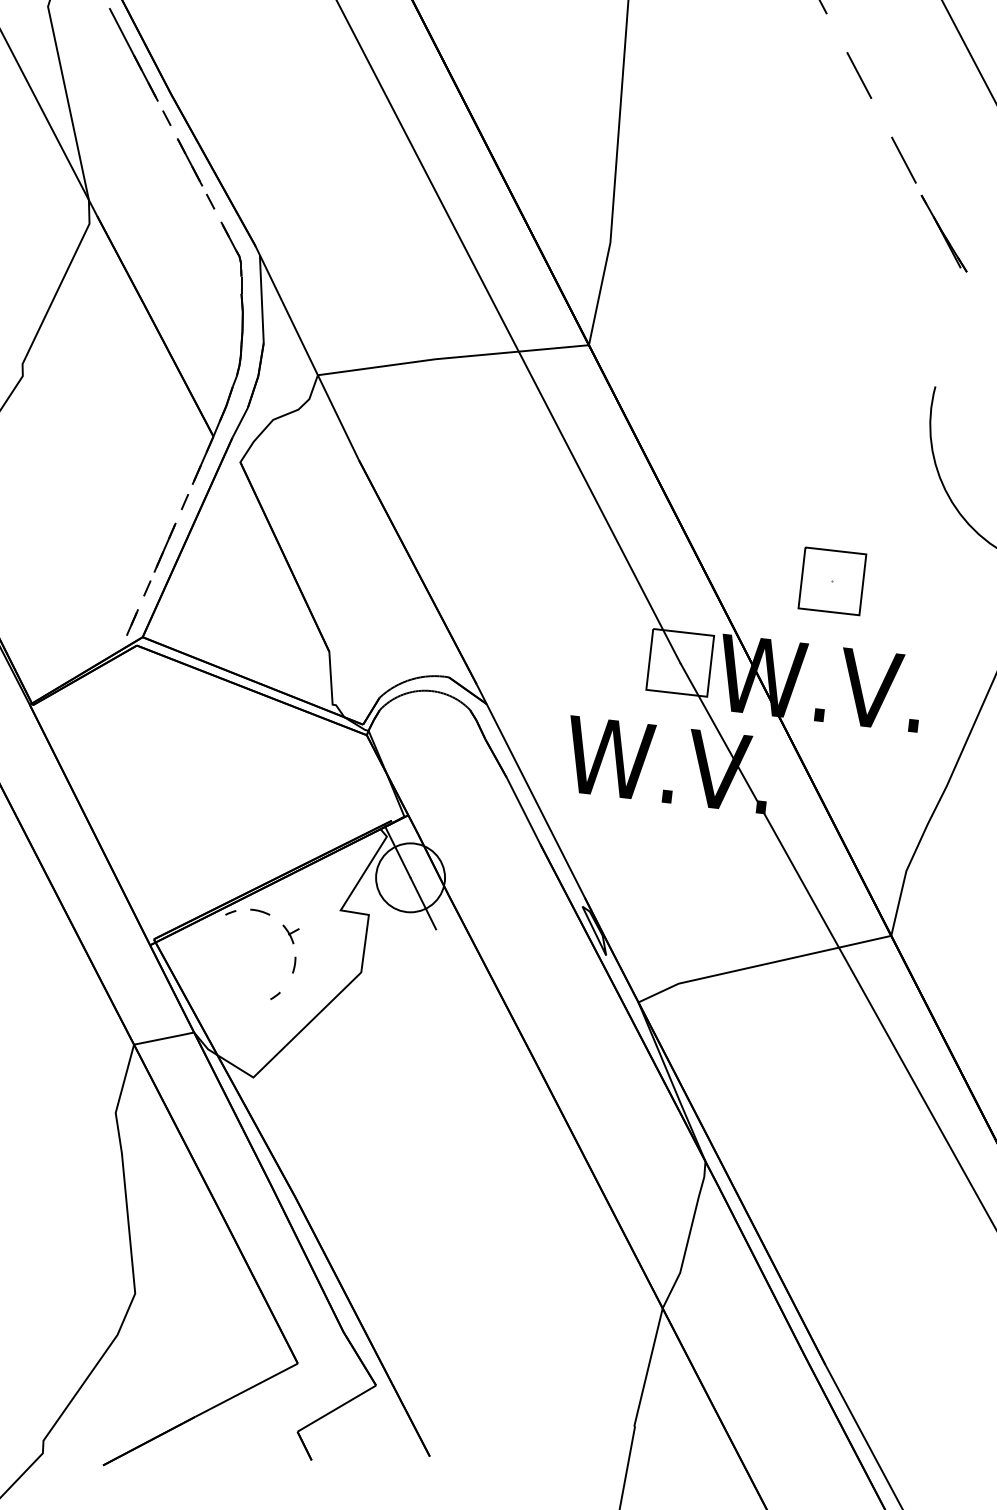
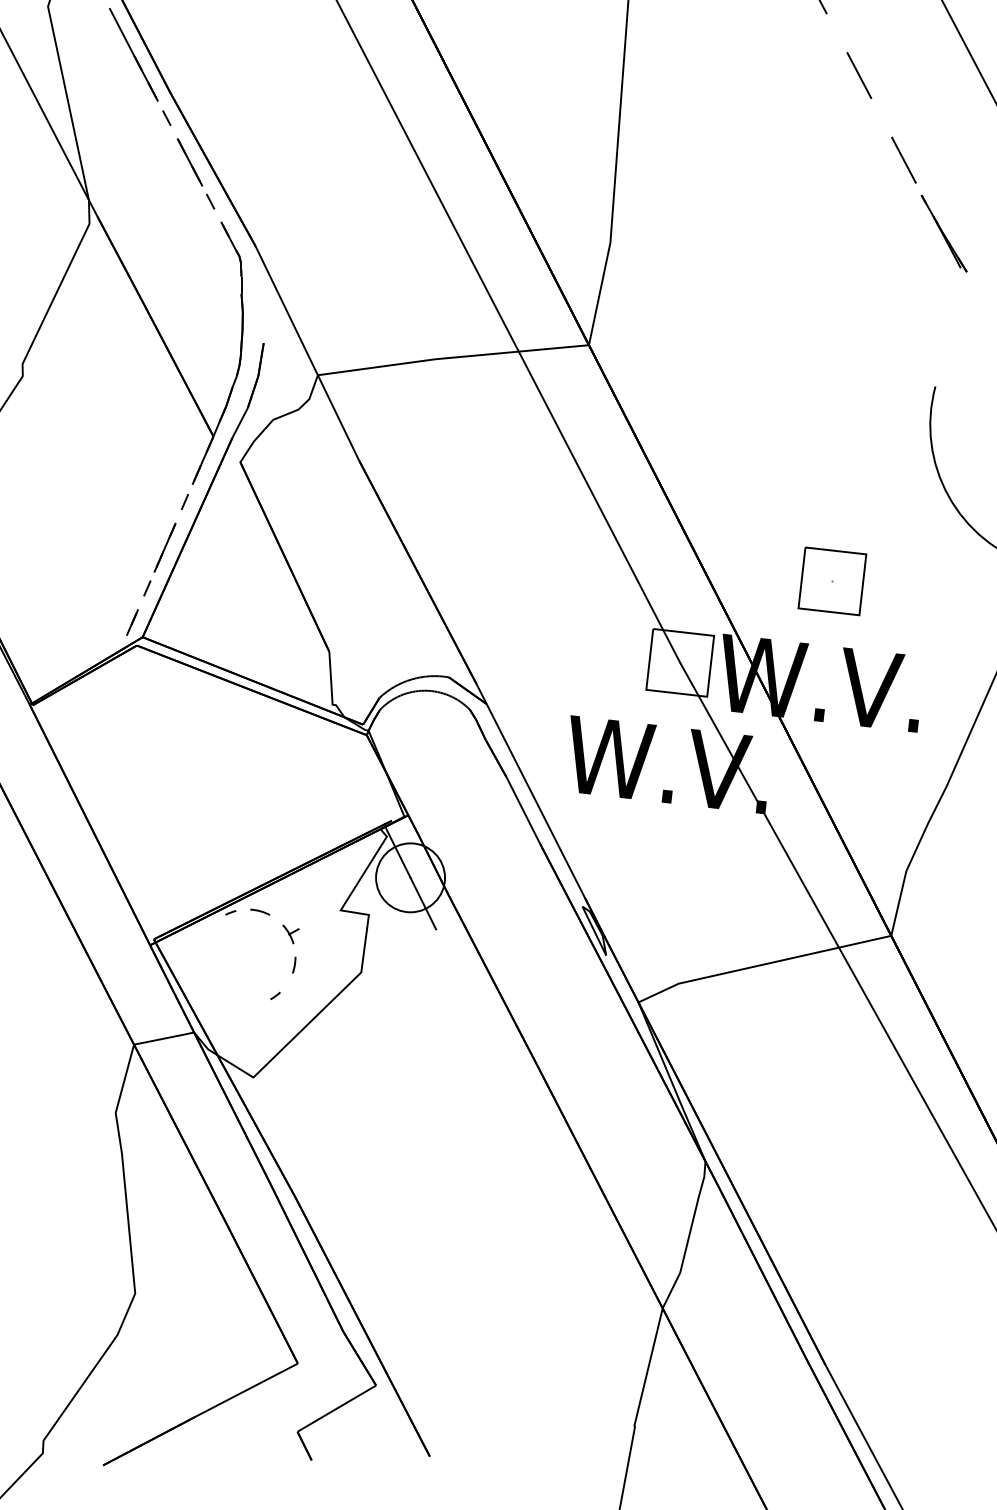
line at (261, 299): present -> none
